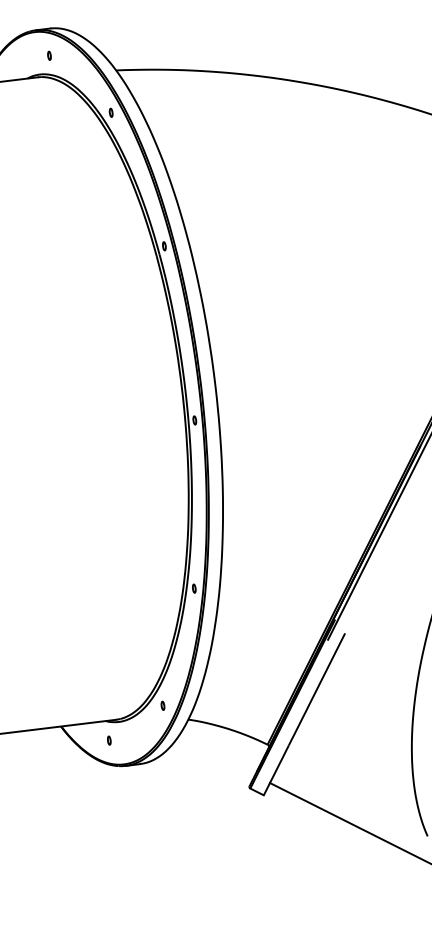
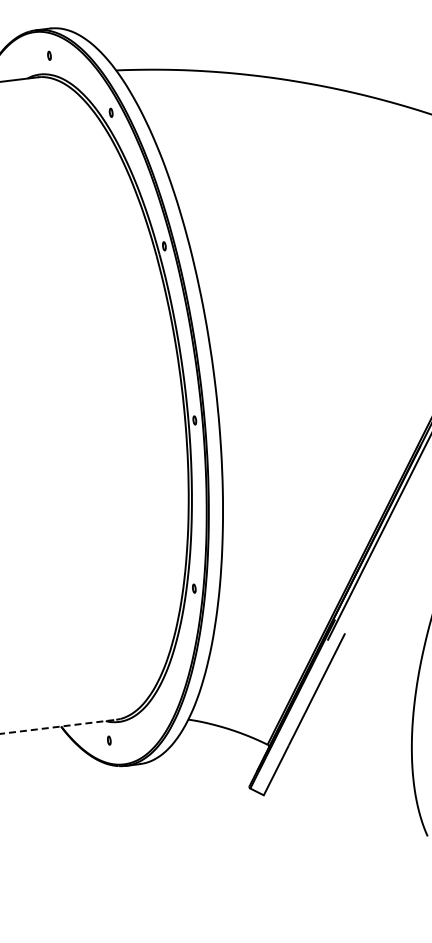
part at (162, 705): present -> none
line at (58, 726): solid -> dashed
line at (348, 822): present -> none
